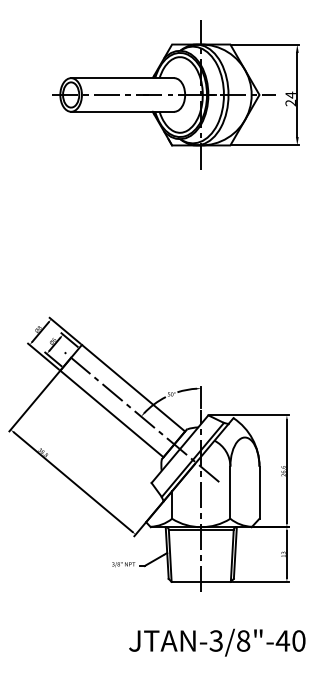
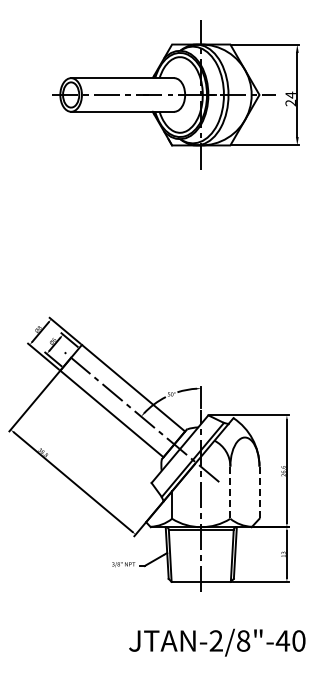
line at (230, 493): solid -> dashed
line at (259, 493): solid -> dashed
text at (215, 640): JTAN-3/8"-40 -> JTAN-2/8"-40
